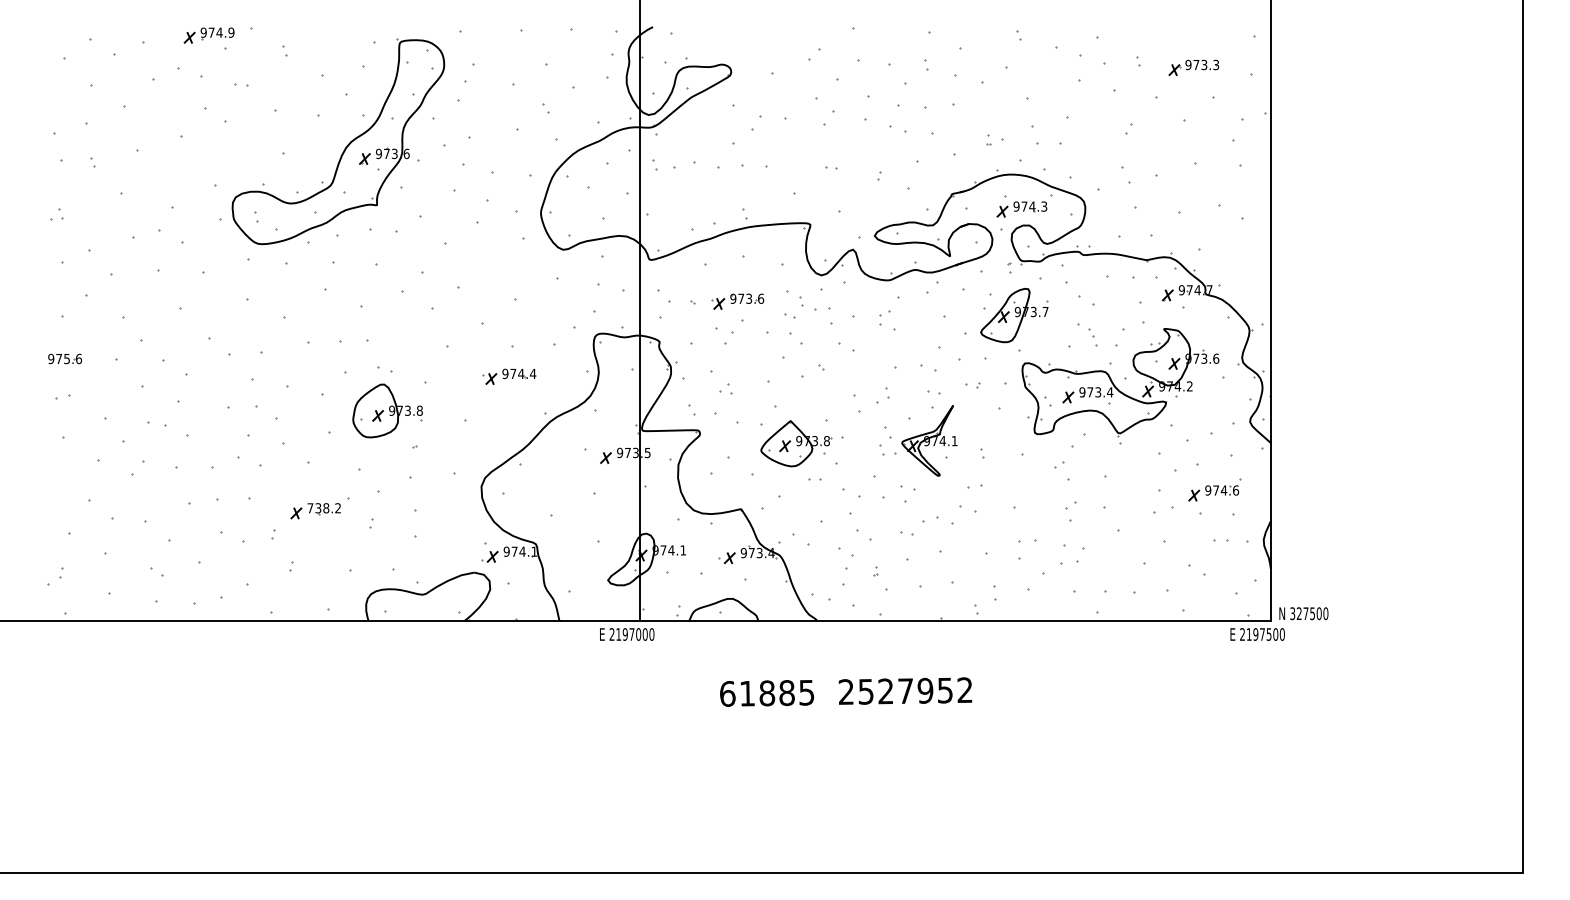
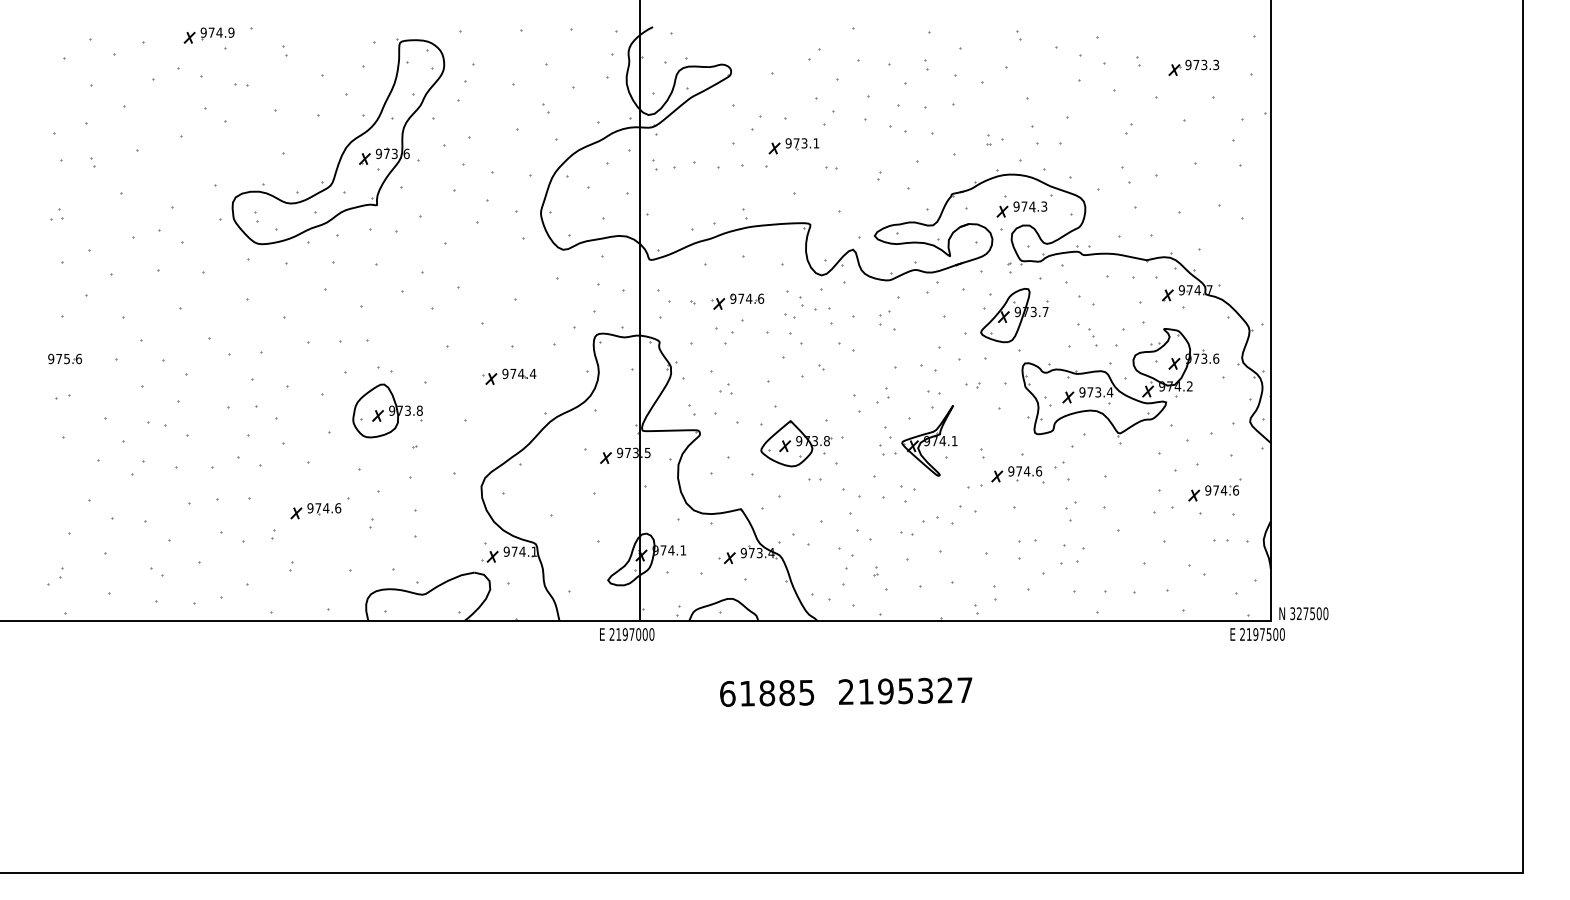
part at (793, 146): none -> present
text at (748, 298): 973.6 -> 974.6
part at (1017, 474): none -> present
text at (324, 508): 738.2 -> 974.6
text at (915, 690): 2527952 -> 2195327
